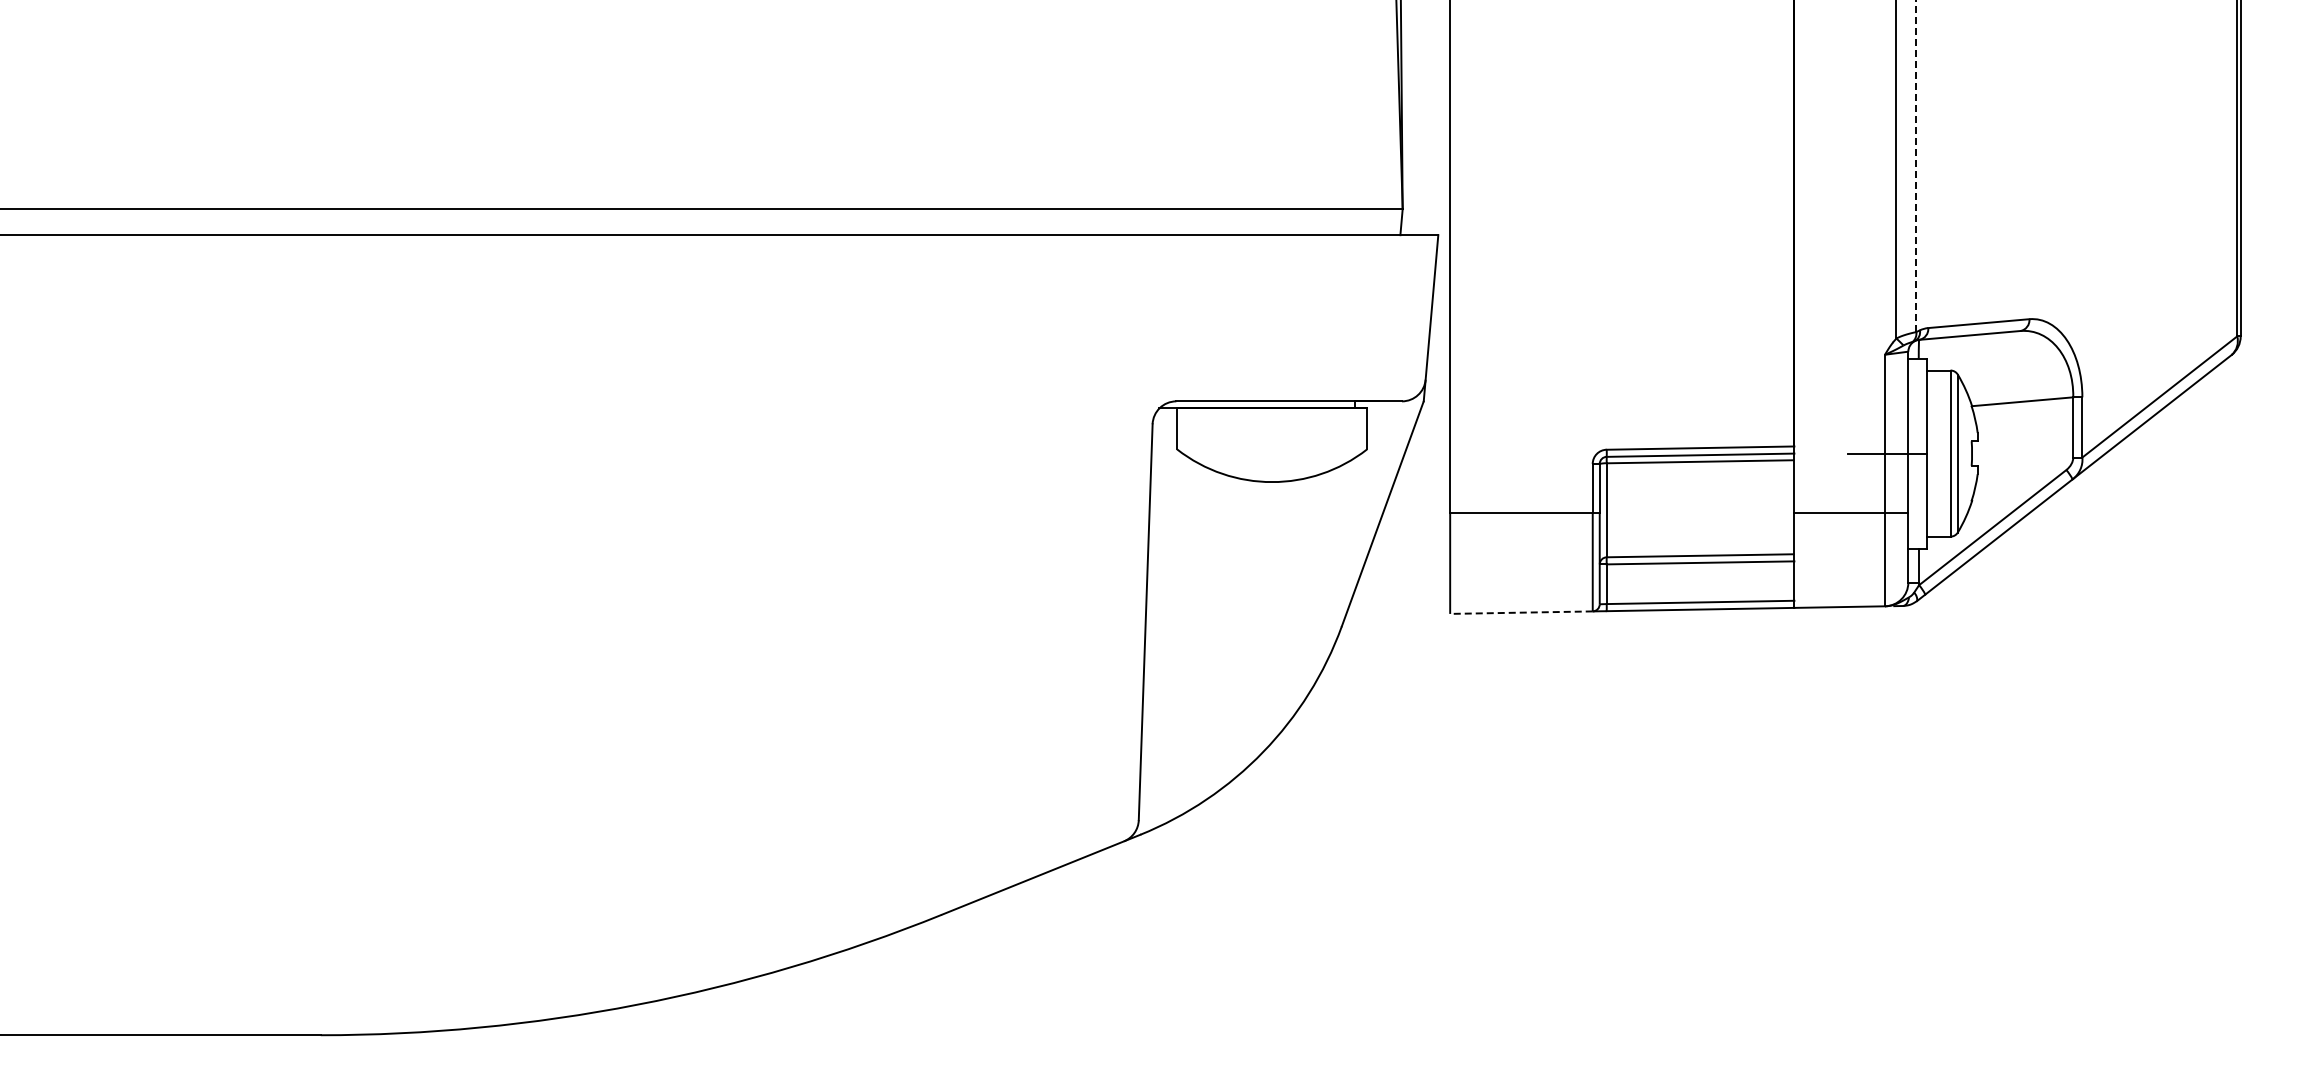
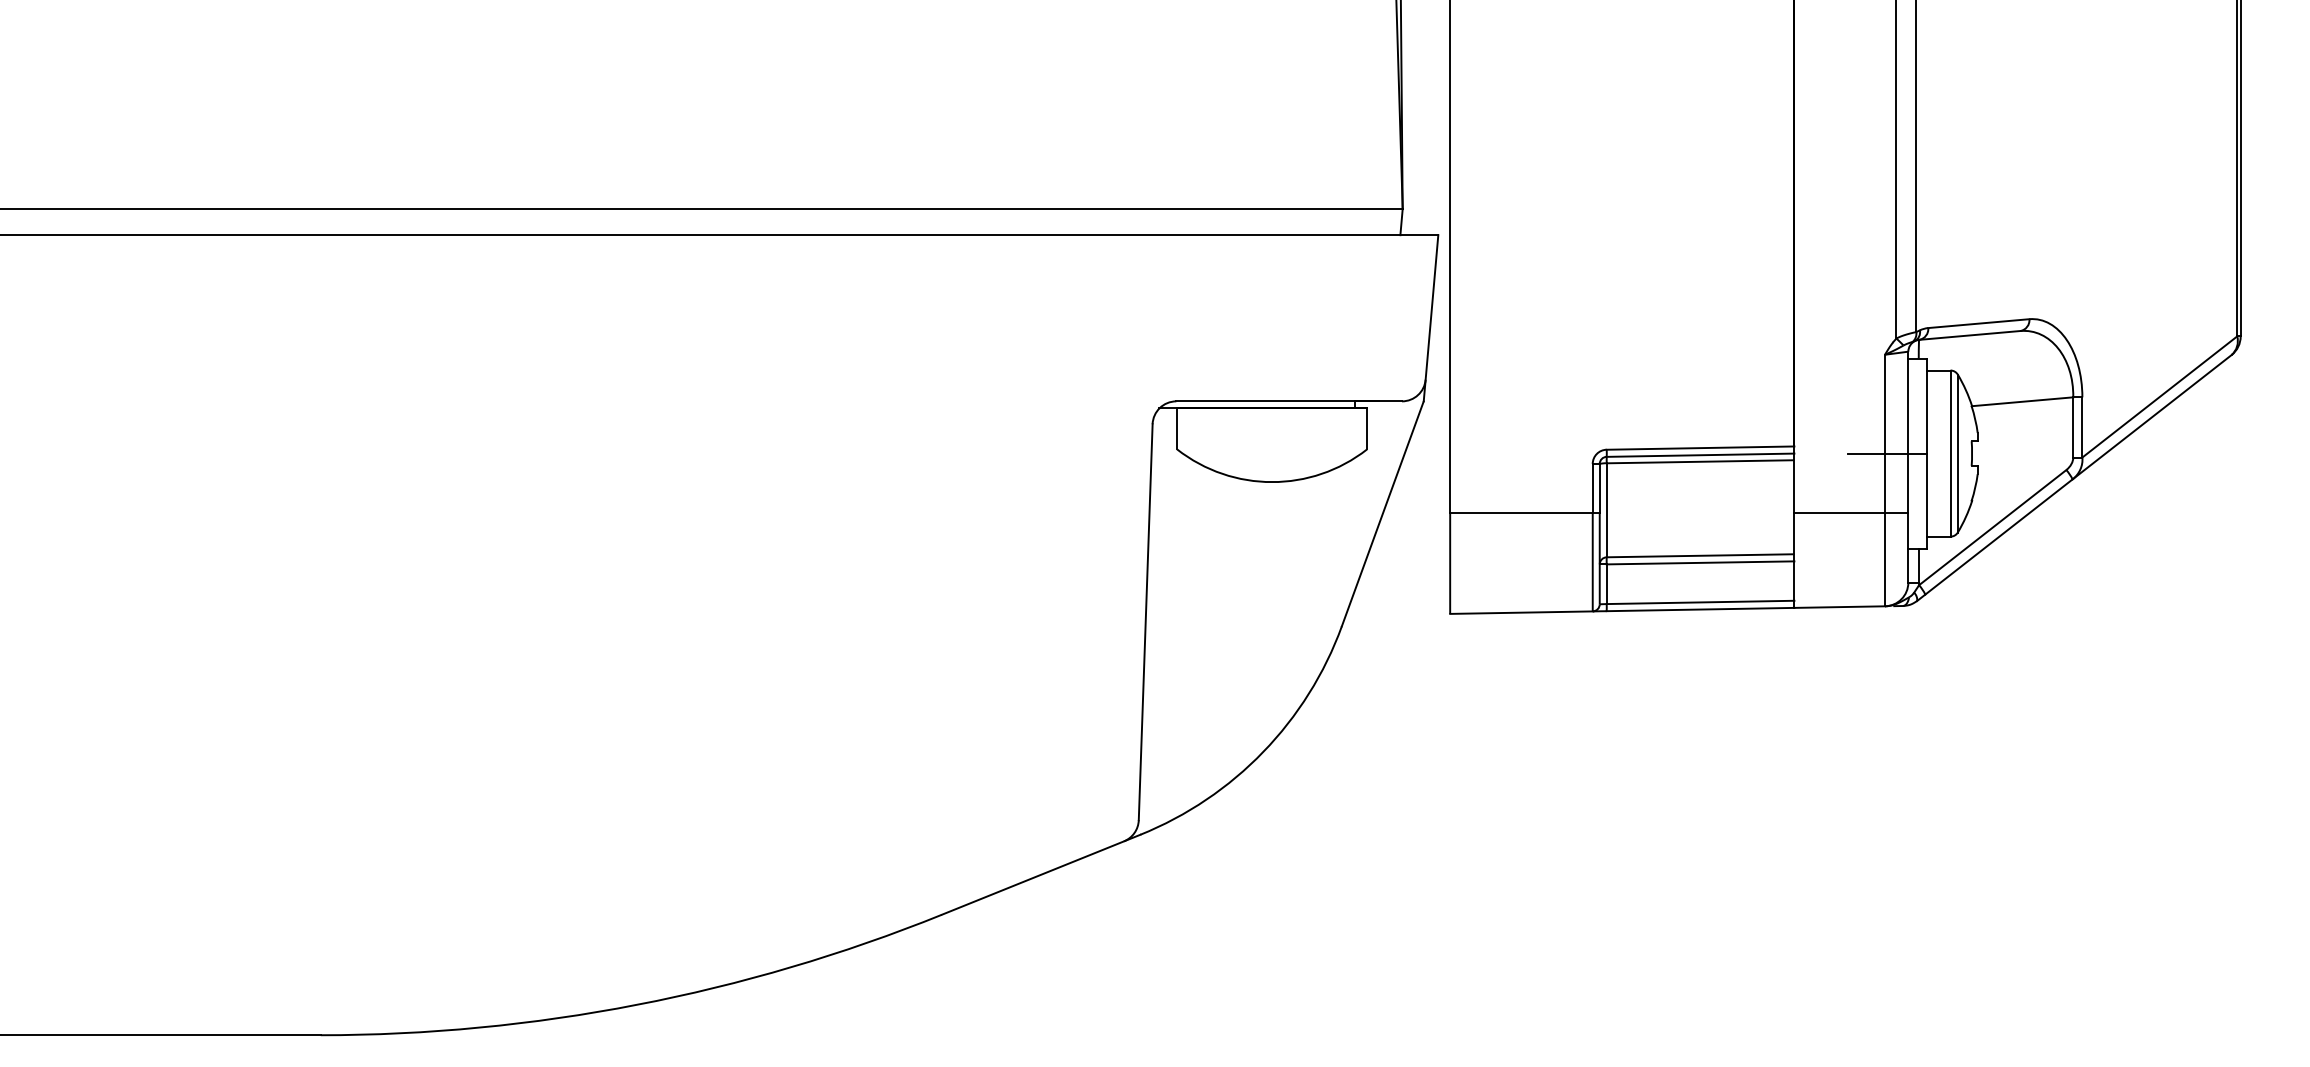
line at (1916, 166): dashed -> solid
line at (1520, 612): dashed -> solid
